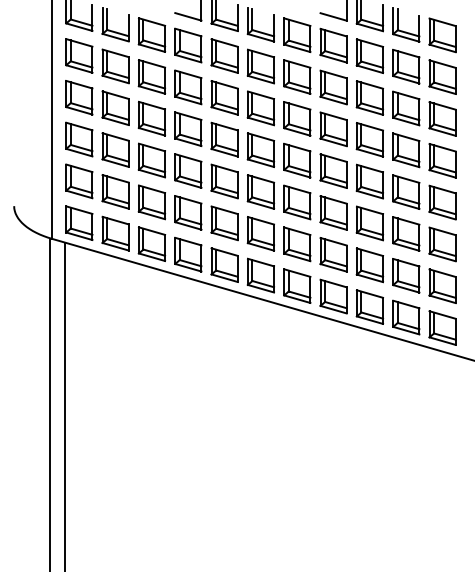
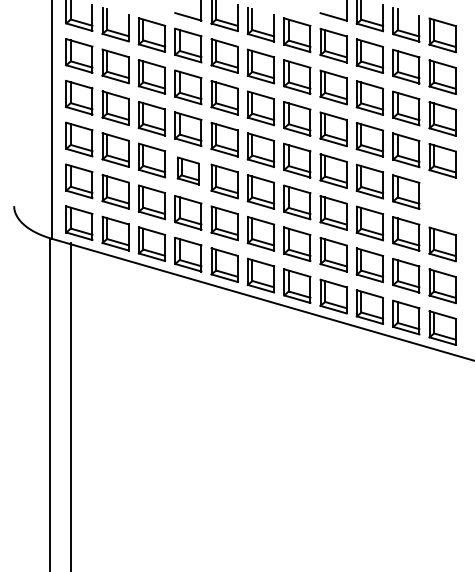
part at (188, 170) size: 29x36 px -> 24x30 px
part at (442, 202): present -> none
line at (65, 405) position: (65, 405) -> (71, 405)
